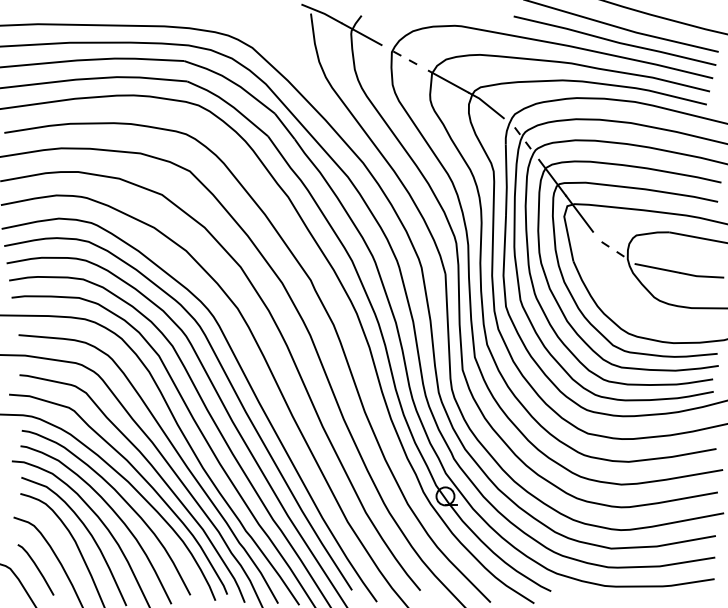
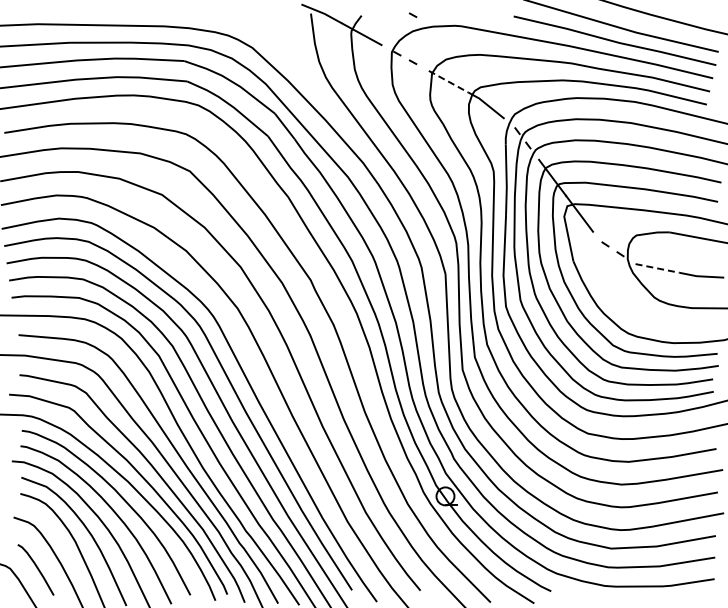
line at (412, 14): none -> present
line at (449, 81): solid -> dashed
line at (658, 268): solid -> dashed
